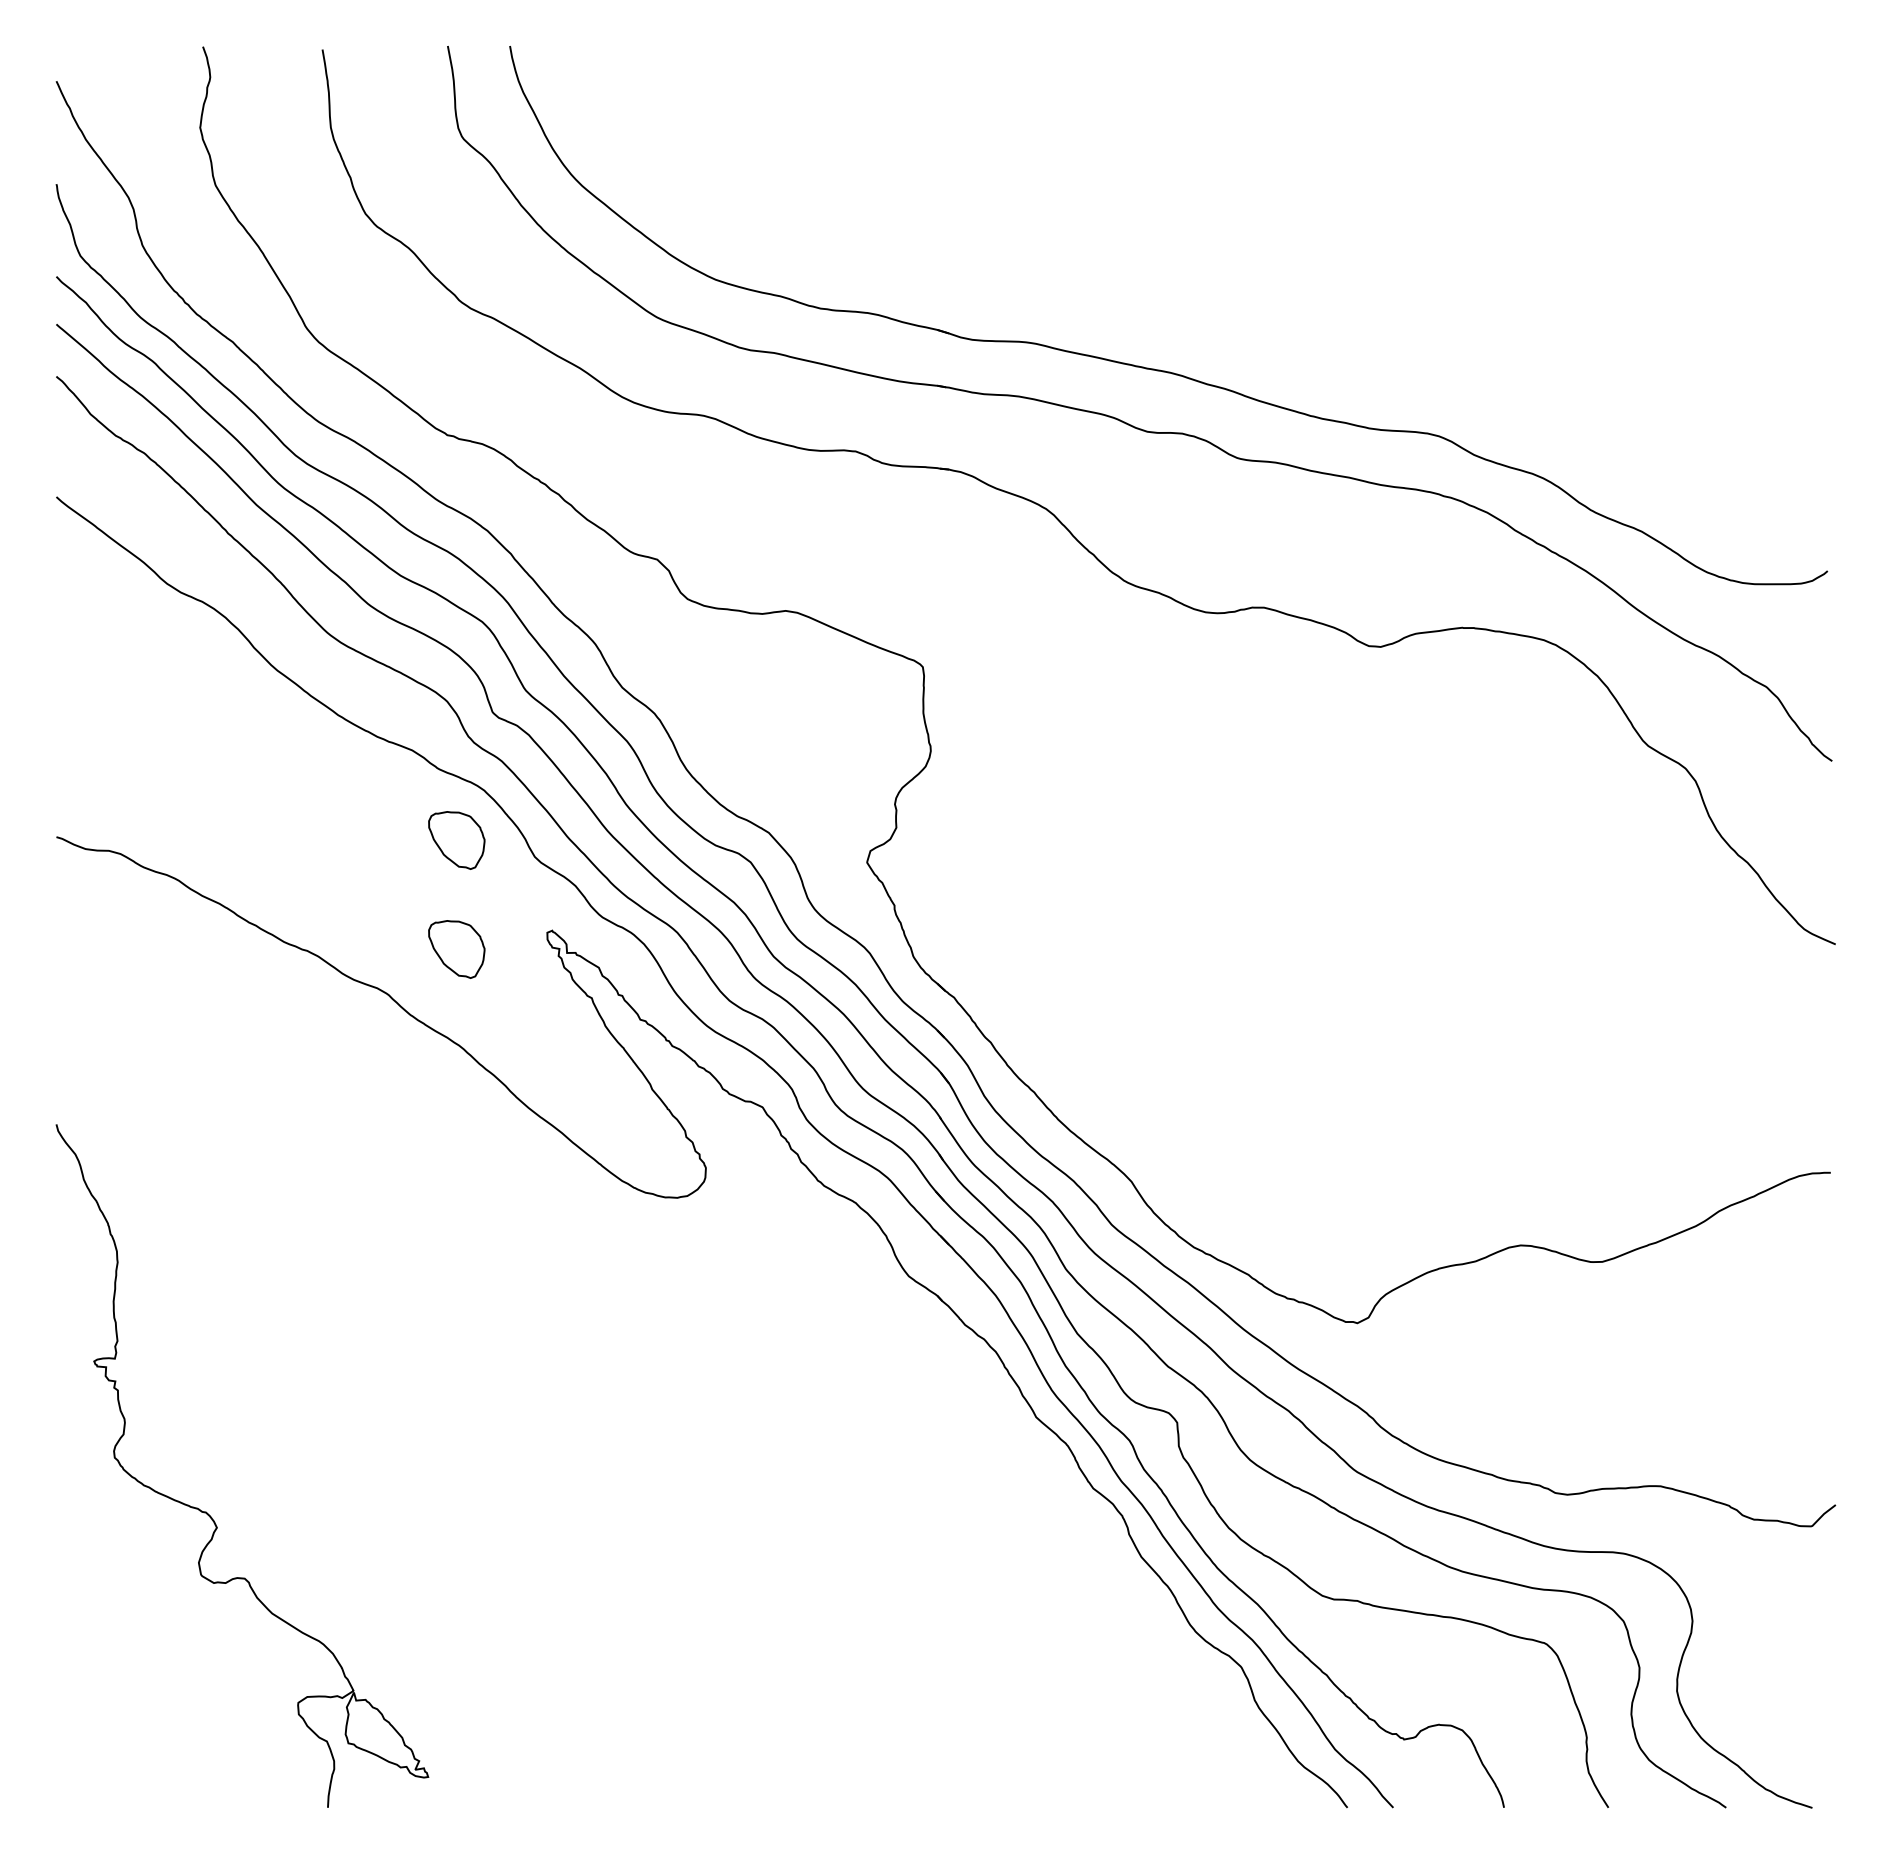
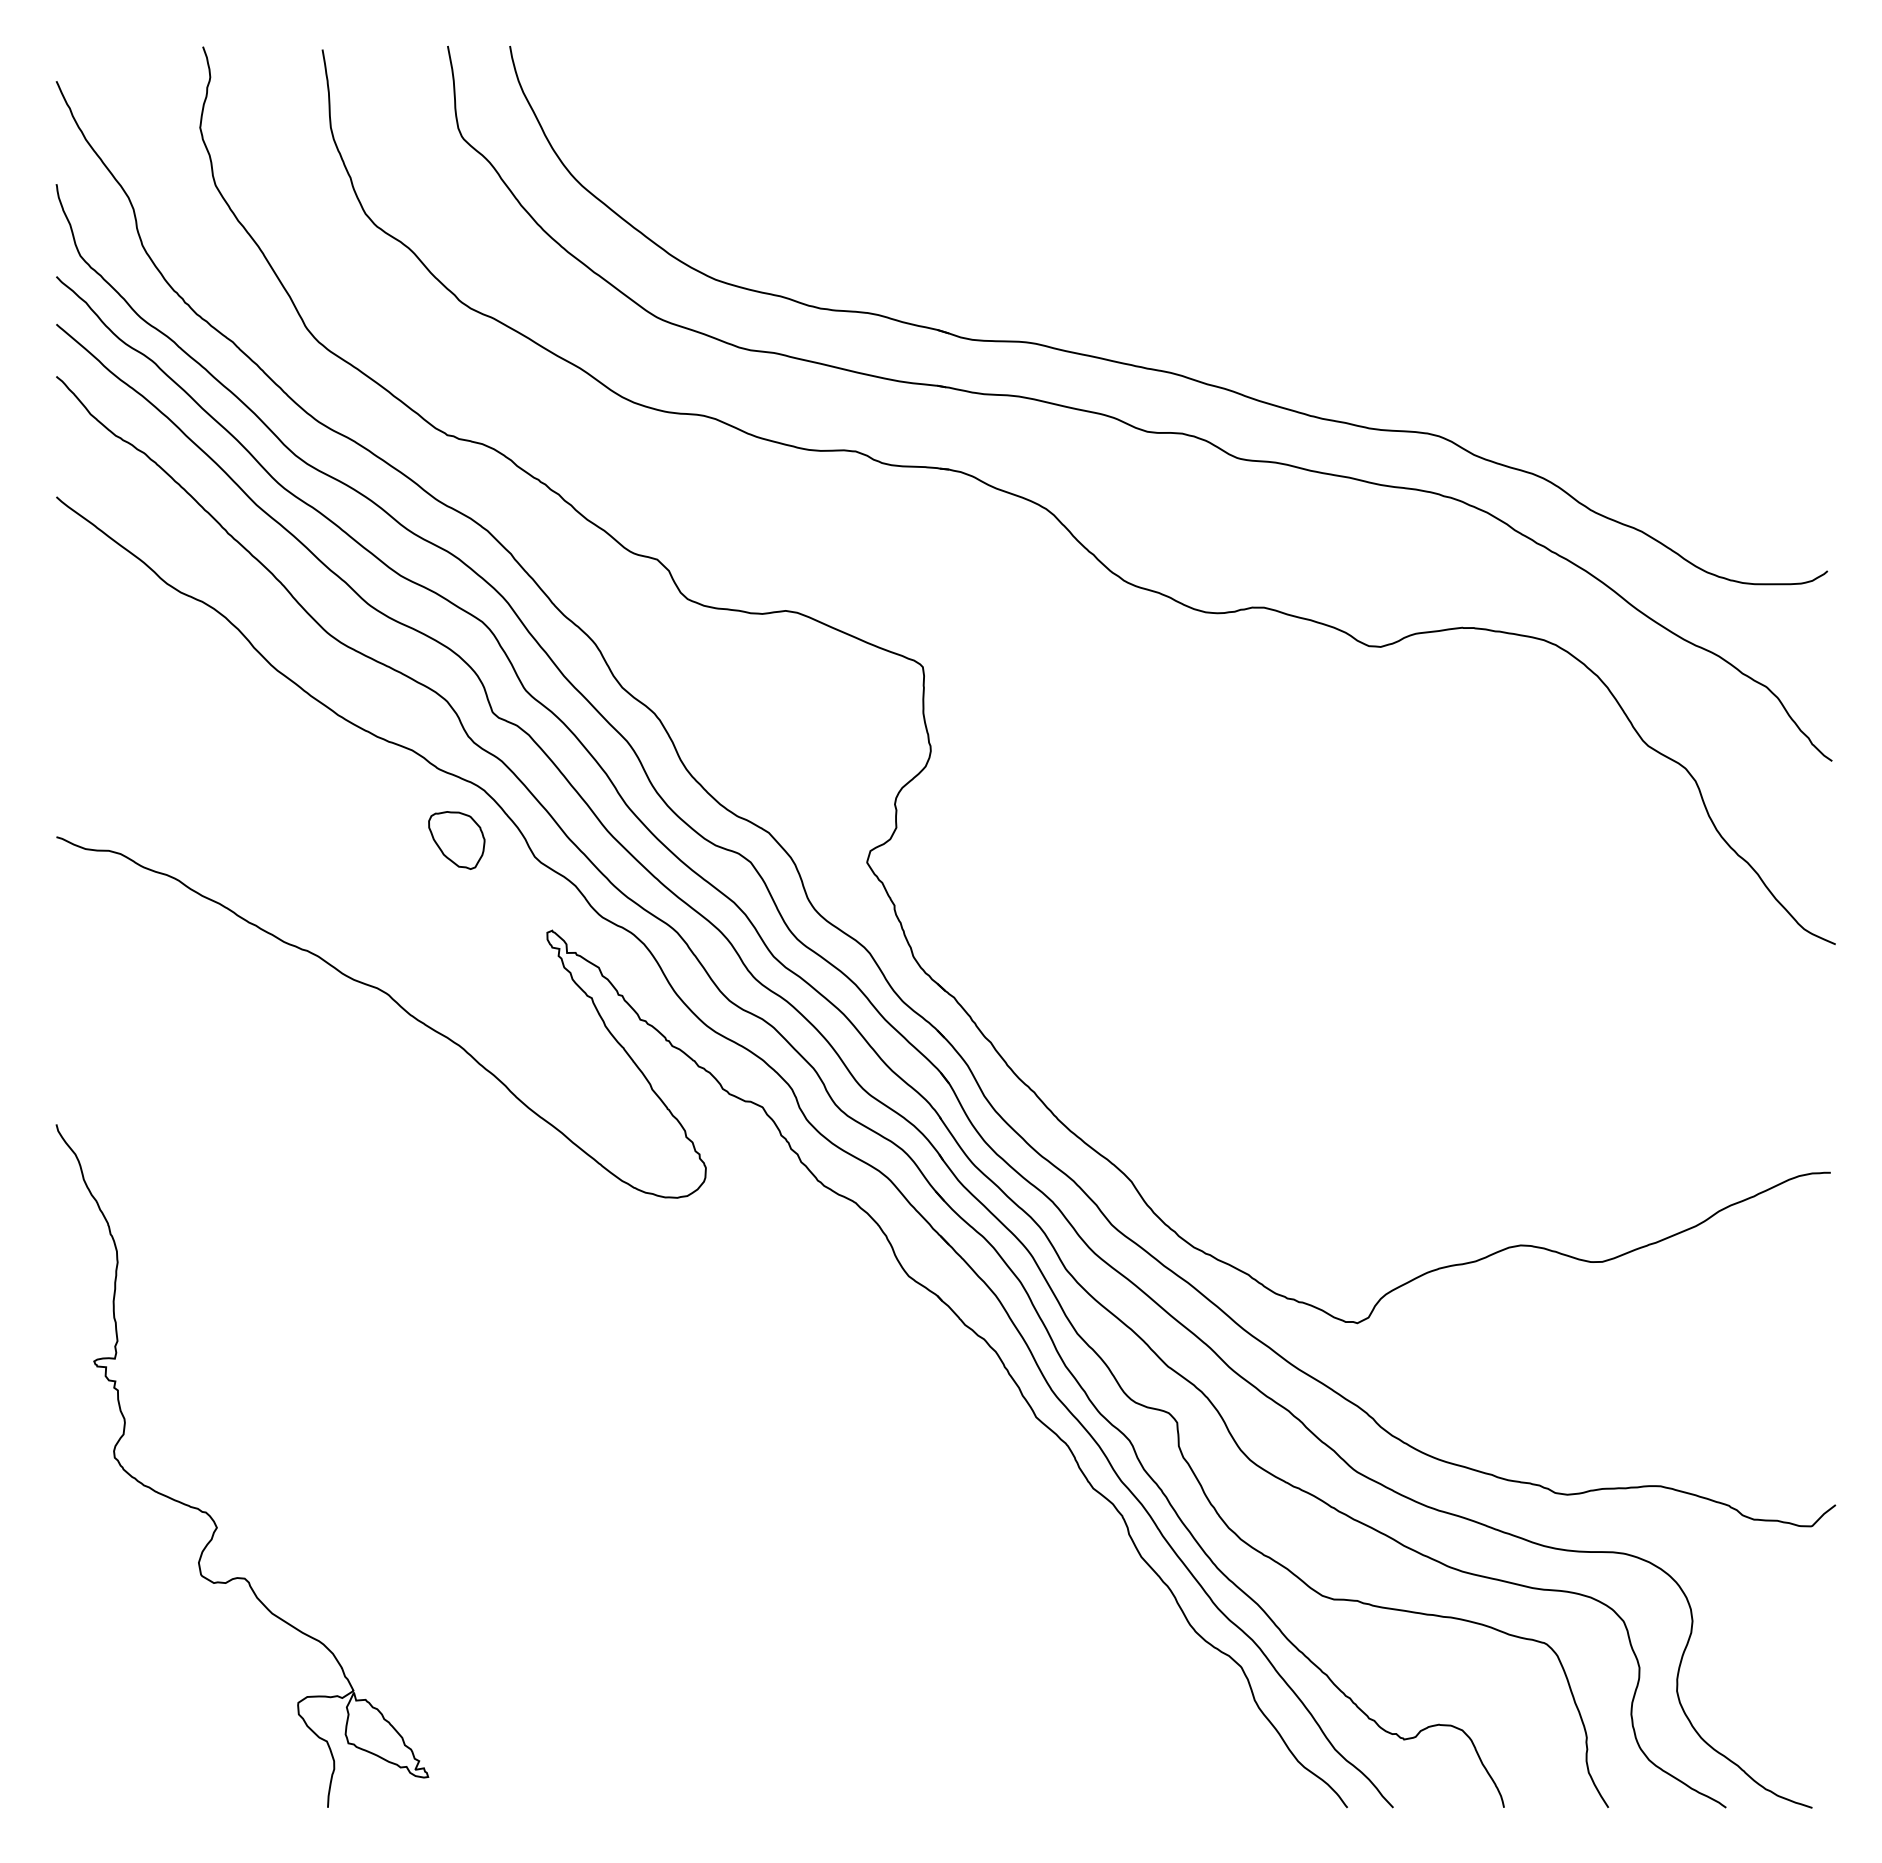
part at (456, 949): present -> none
